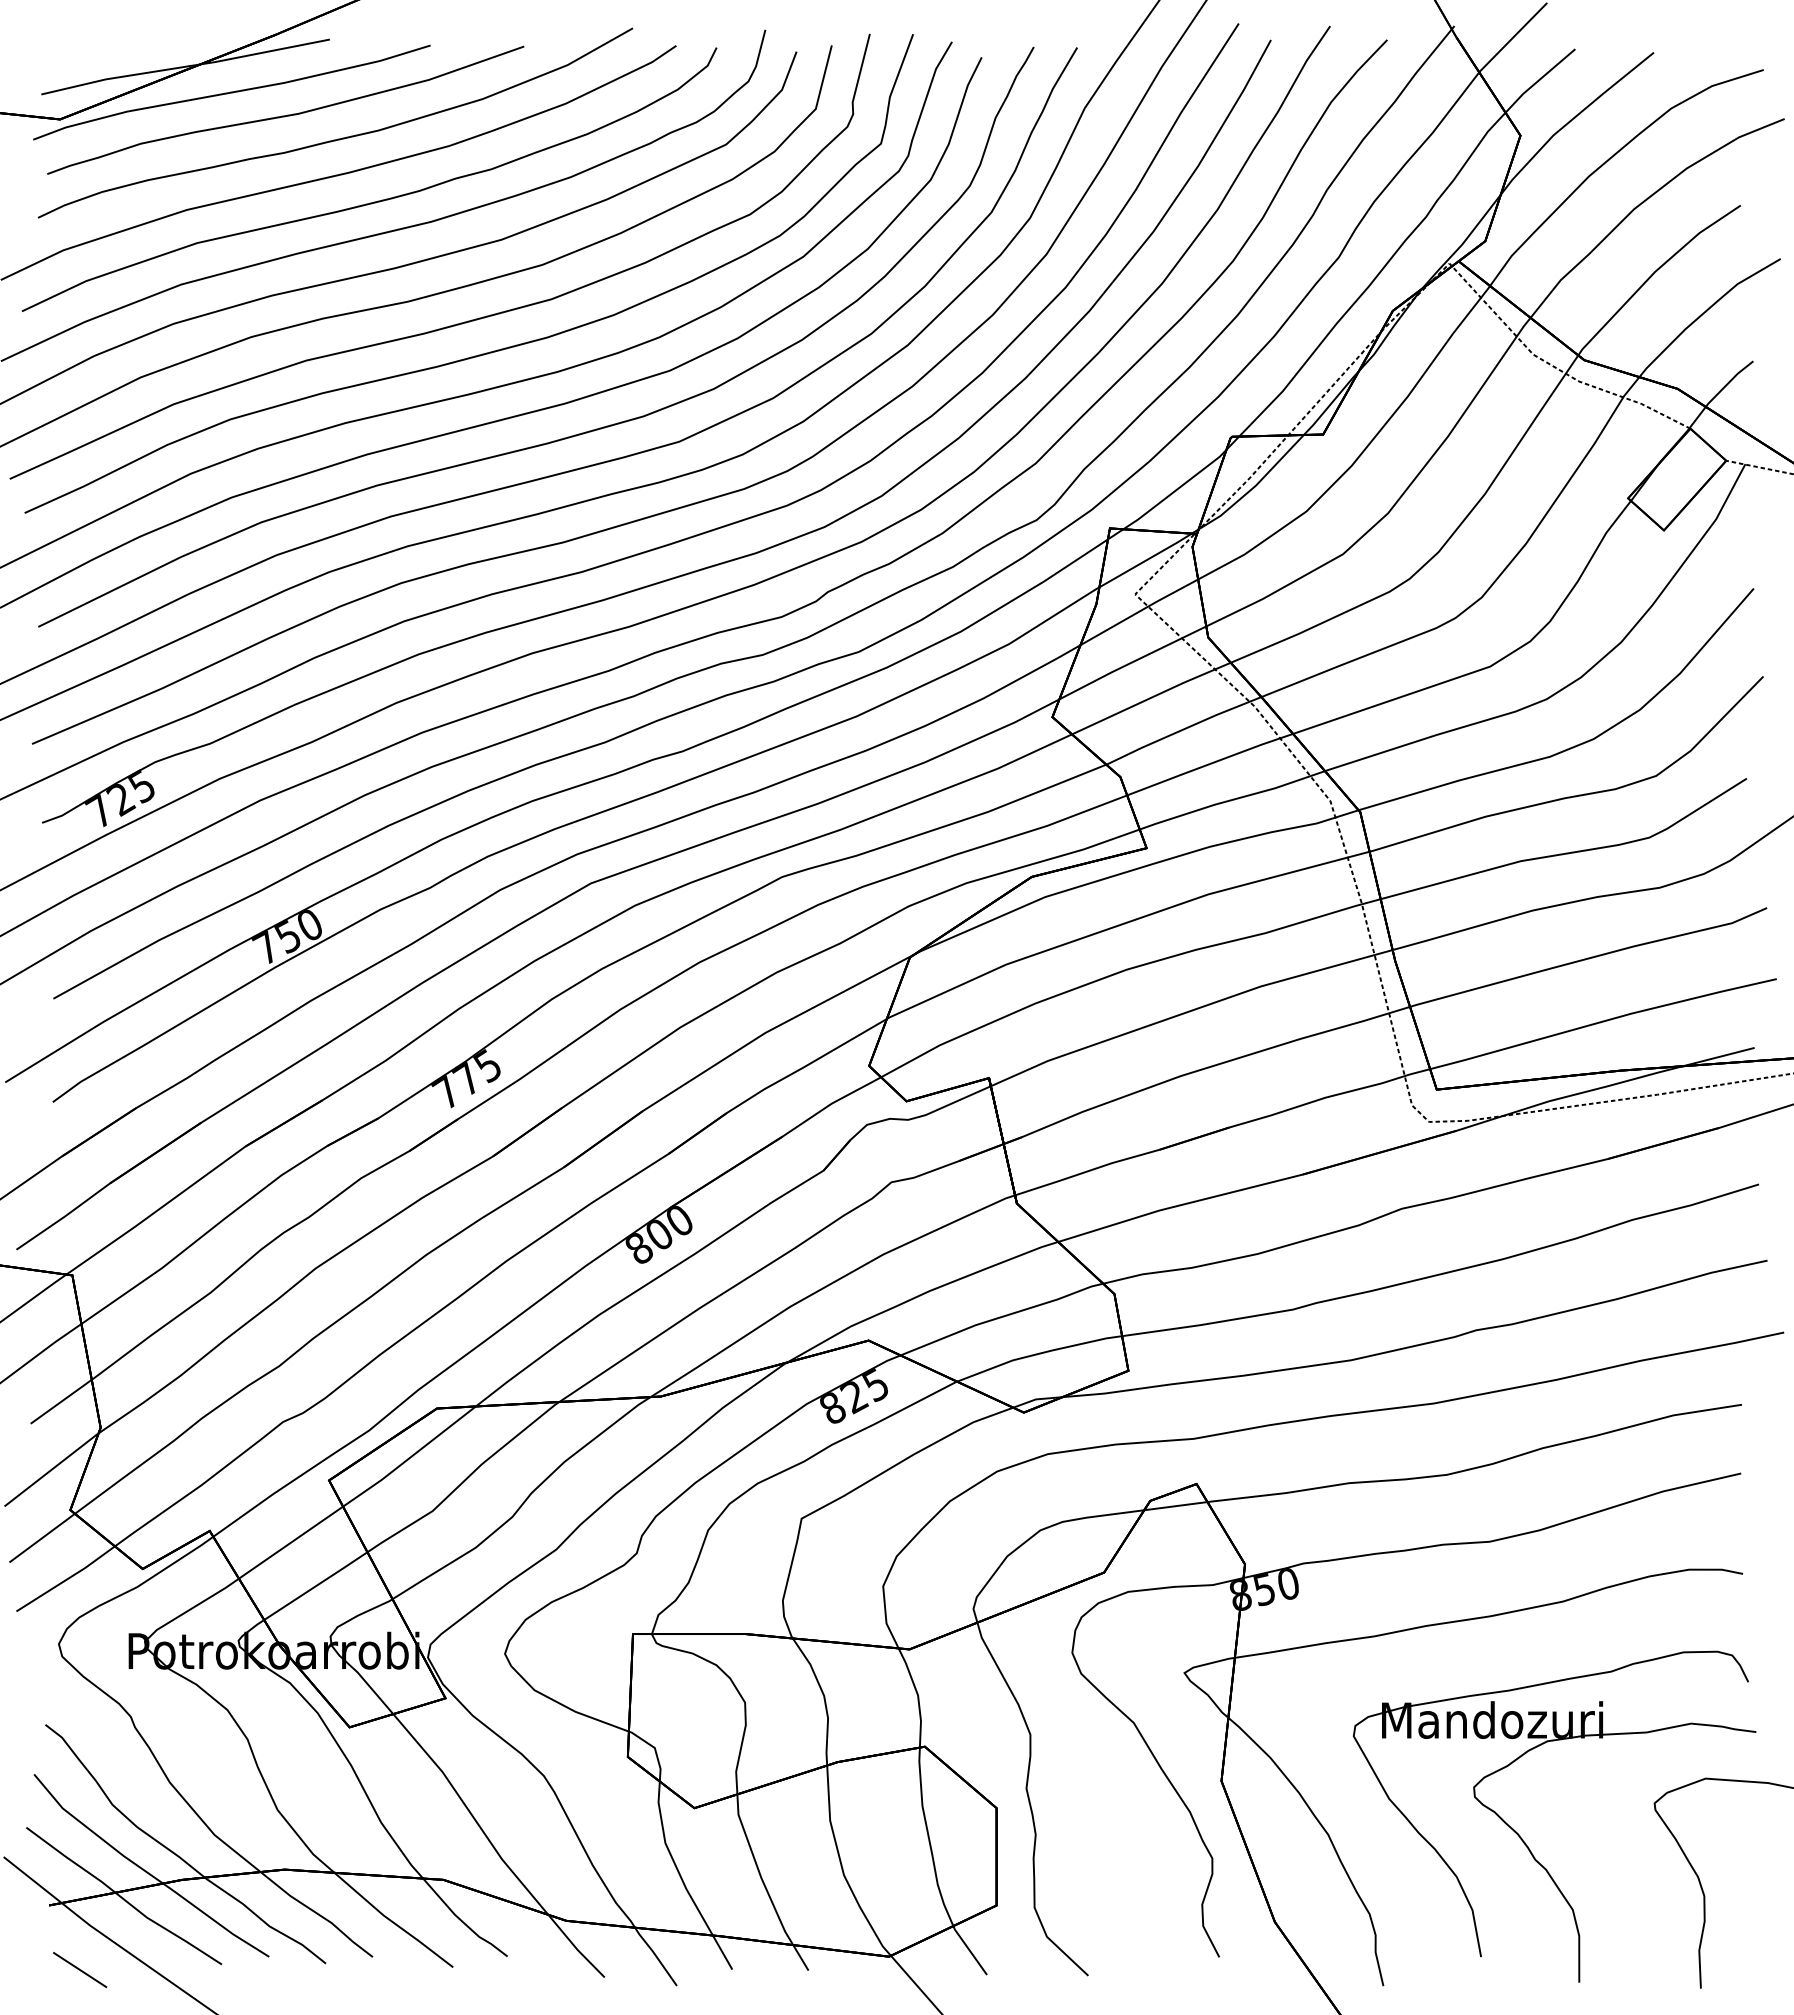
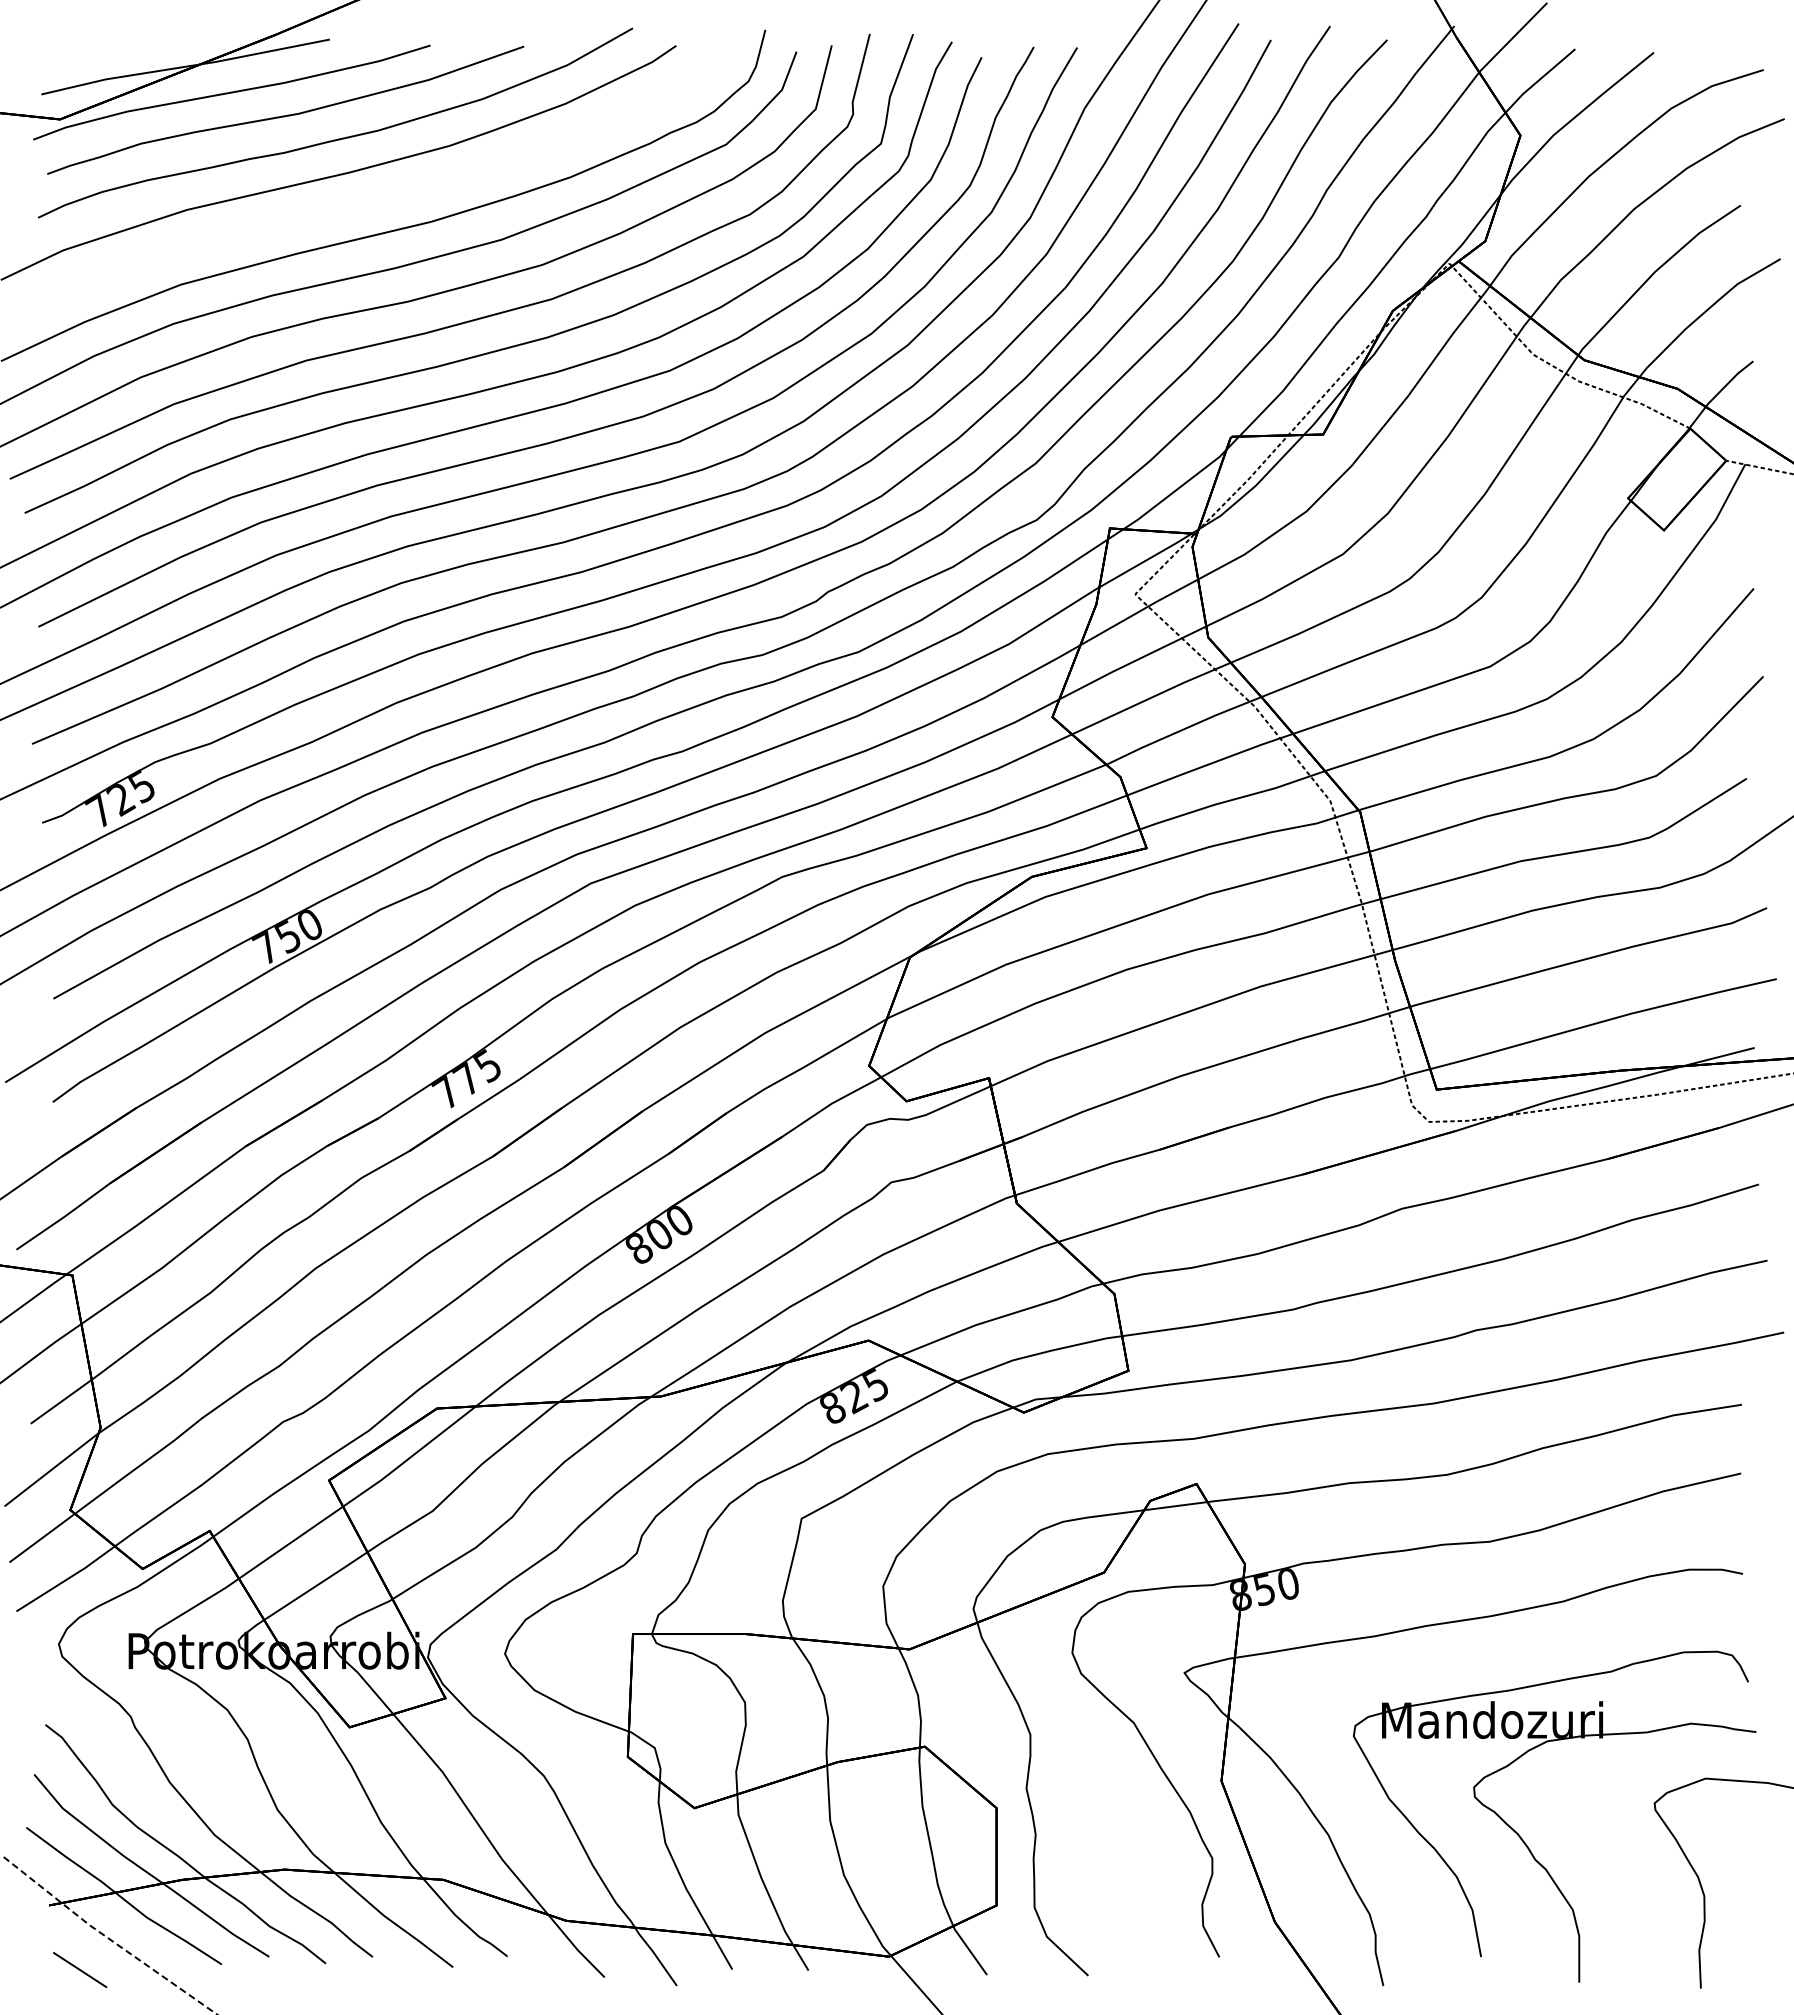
curve at (374, 201): present -> none
line at (107, 1938): solid -> dashed
